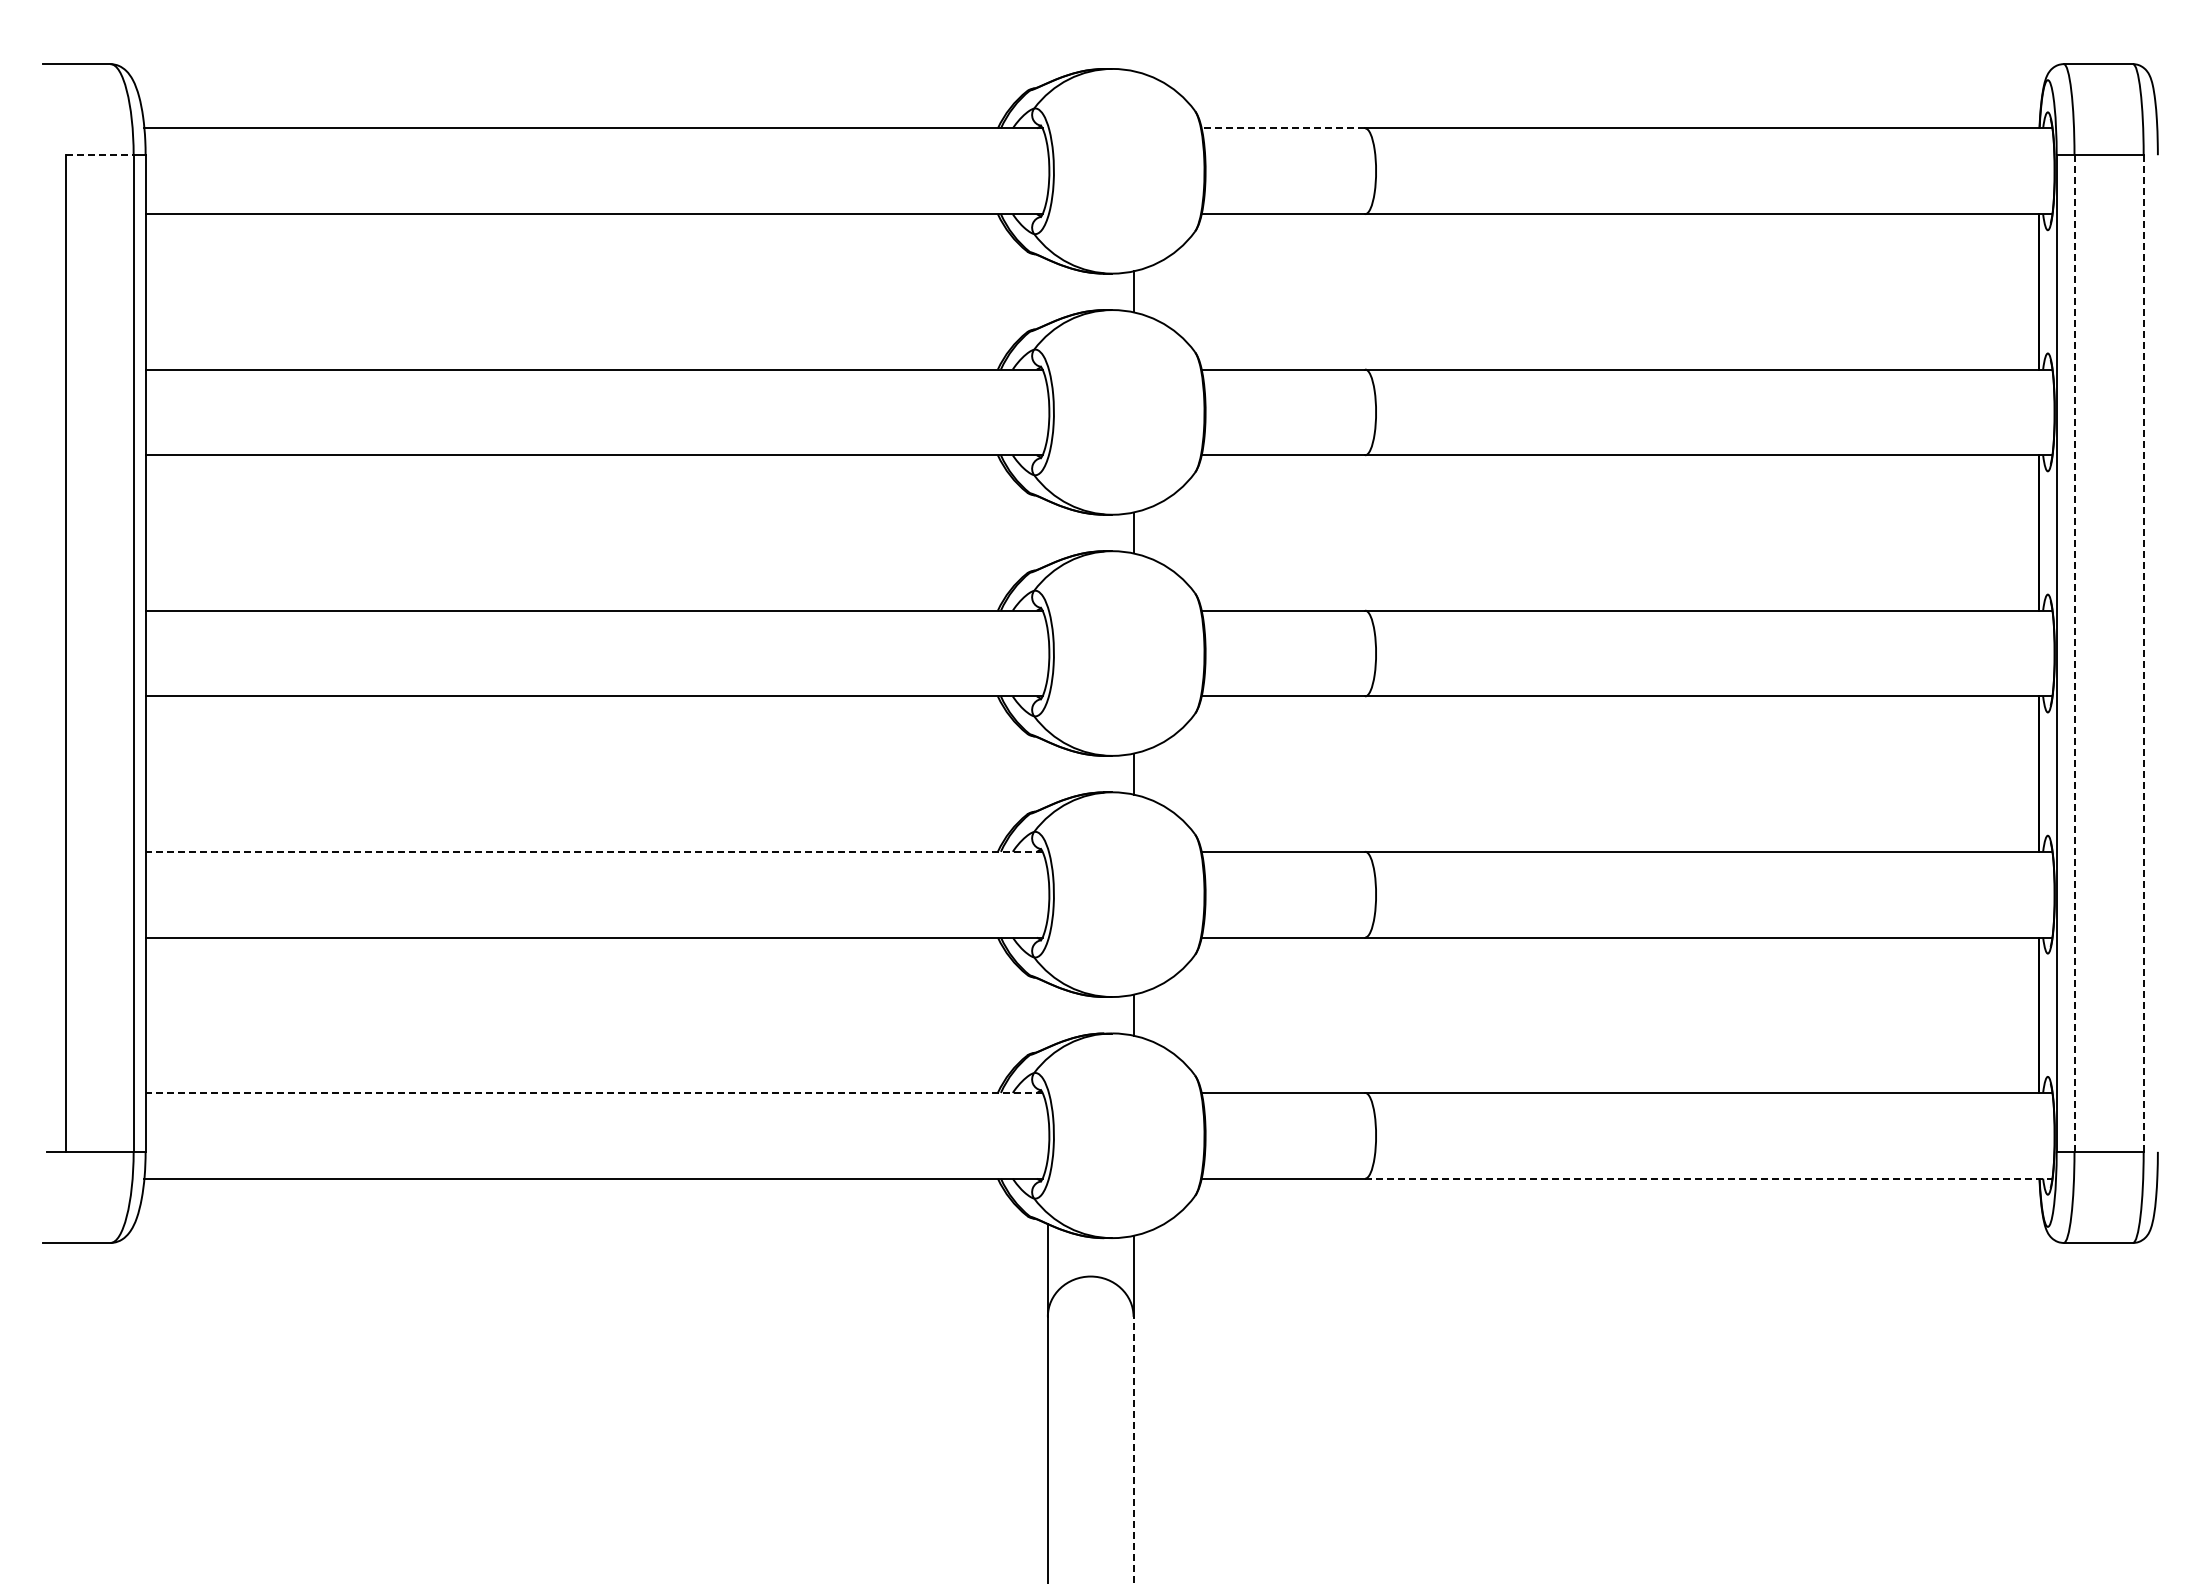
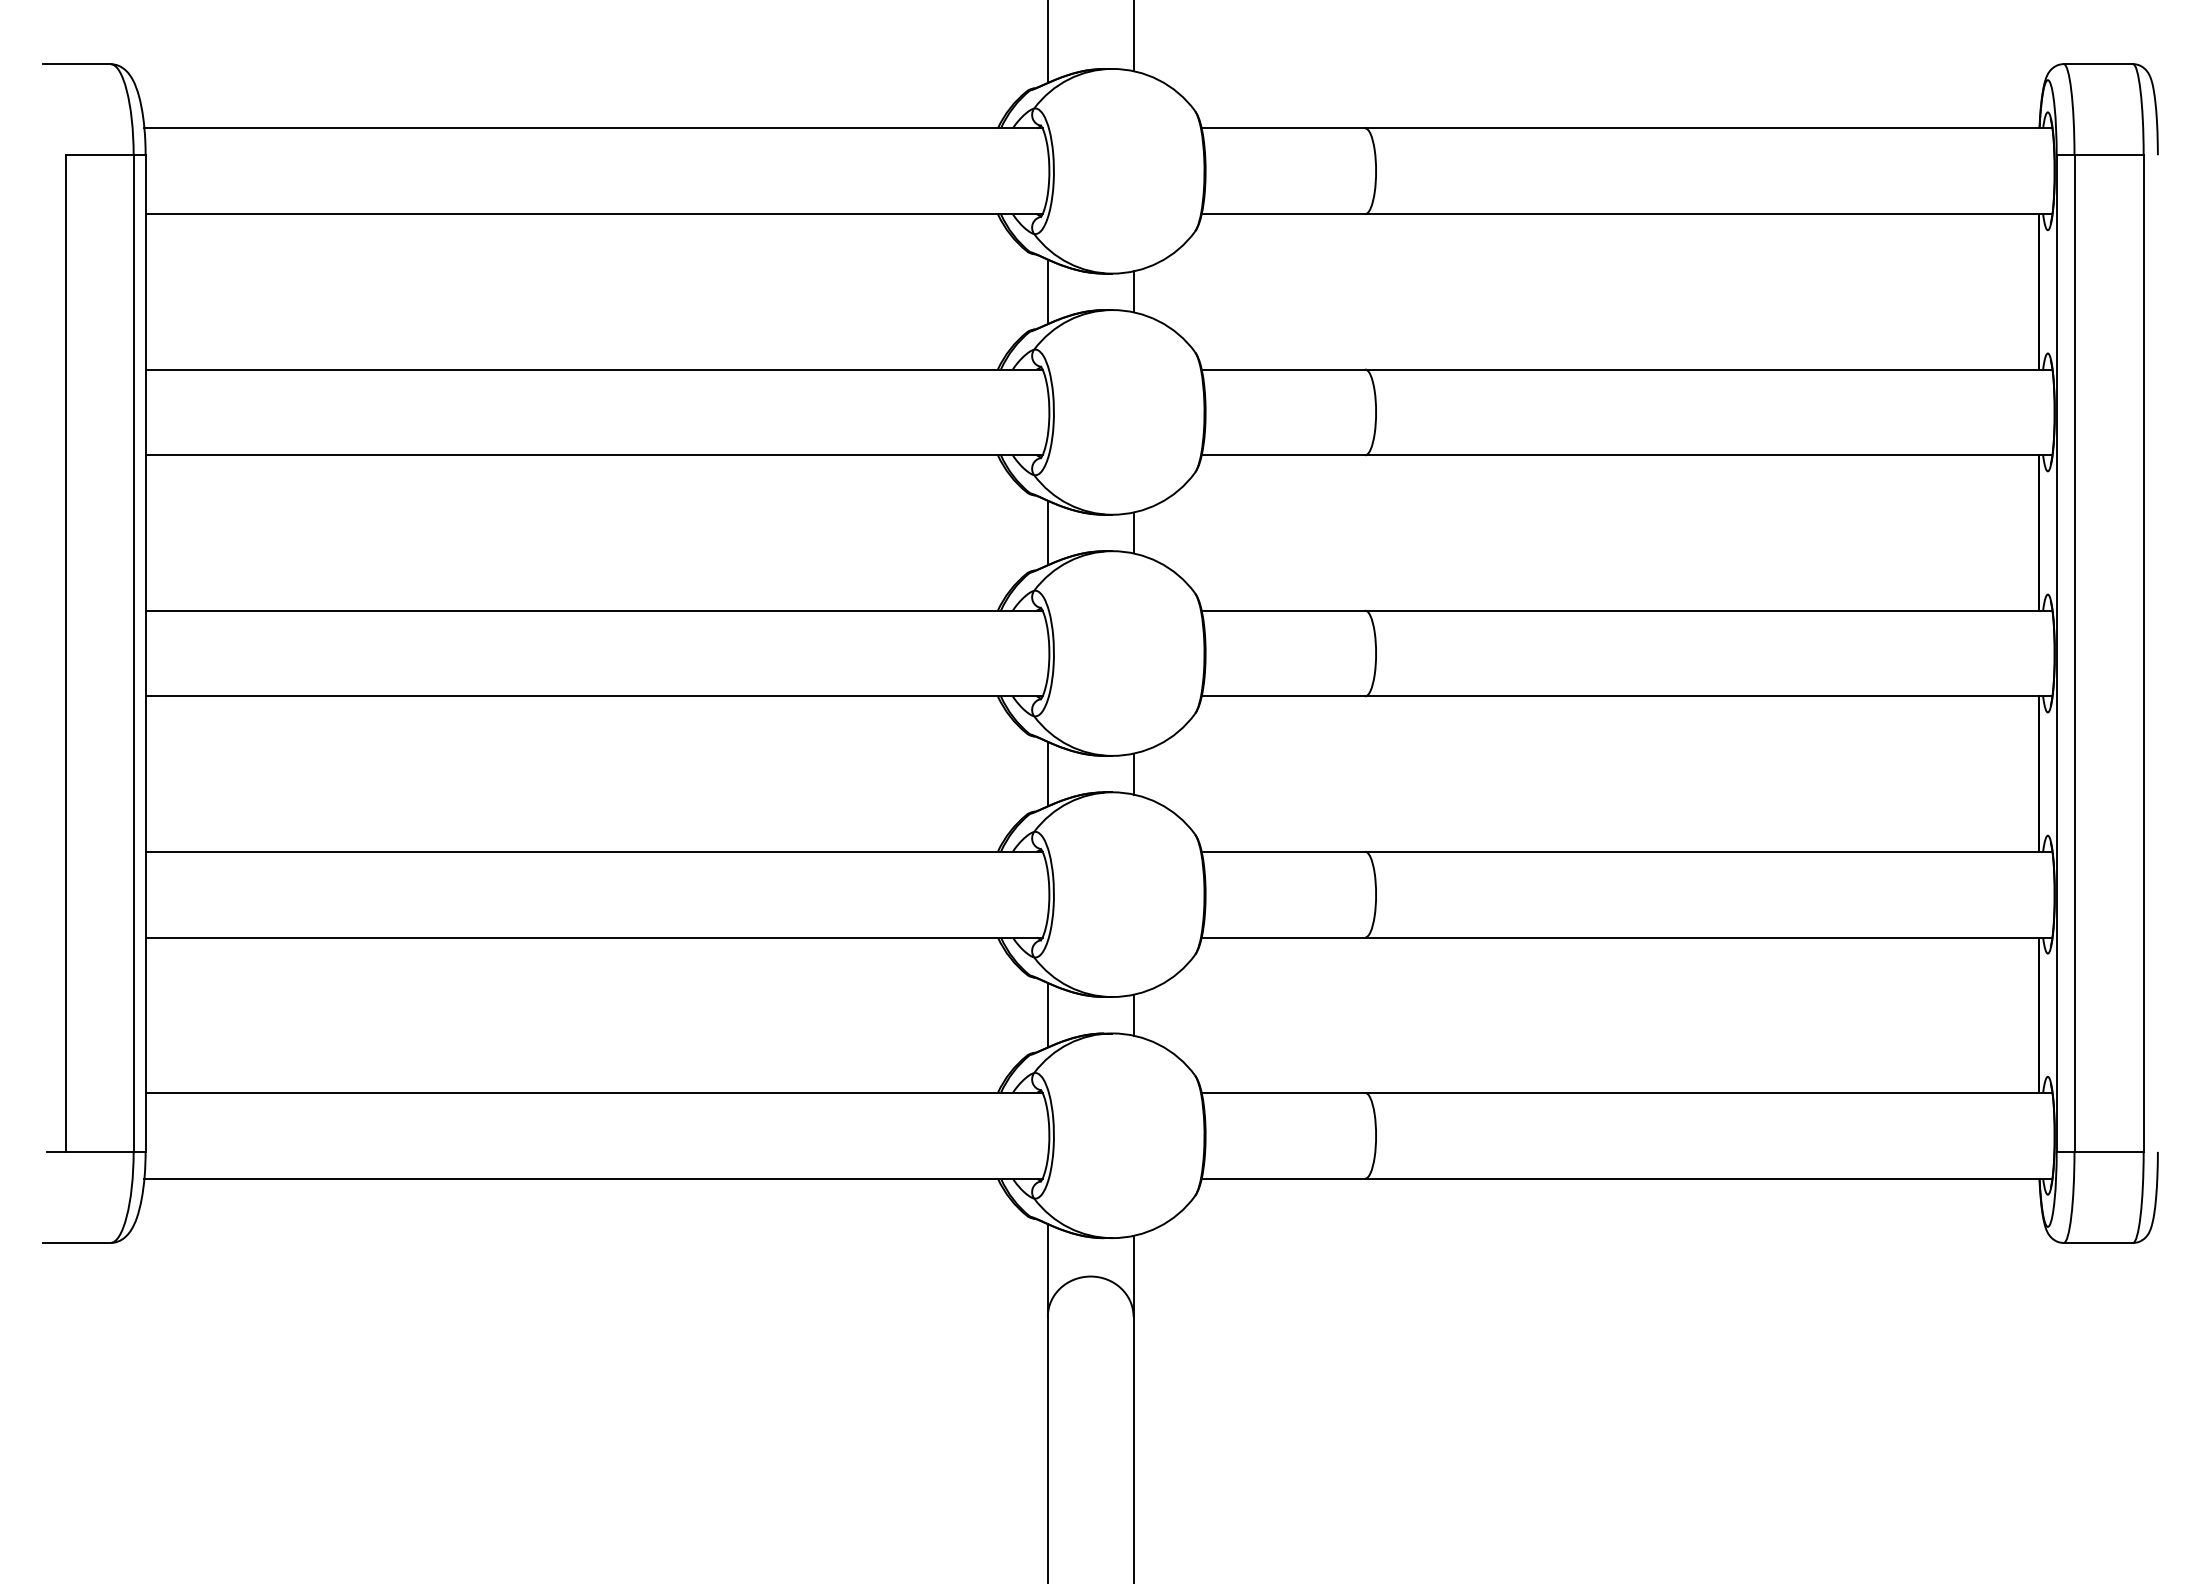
line at (1133, 36): none -> present
line at (1047, 42): none -> present
line at (1283, 128): dashed -> solid
line at (99, 155): dashed -> solid
line at (1047, 291): none -> present
line at (1047, 532): none -> present
line at (2074, 653): dashed -> solid
line at (2143, 654): dashed -> solid
line at (1047, 773): none -> present
line at (593, 851): dashed -> solid
line at (1047, 1015): none -> present
line at (593, 1092): dashed -> solid
line at (1708, 1178): dashed -> solid
line at (1133, 1449): dashed -> solid
